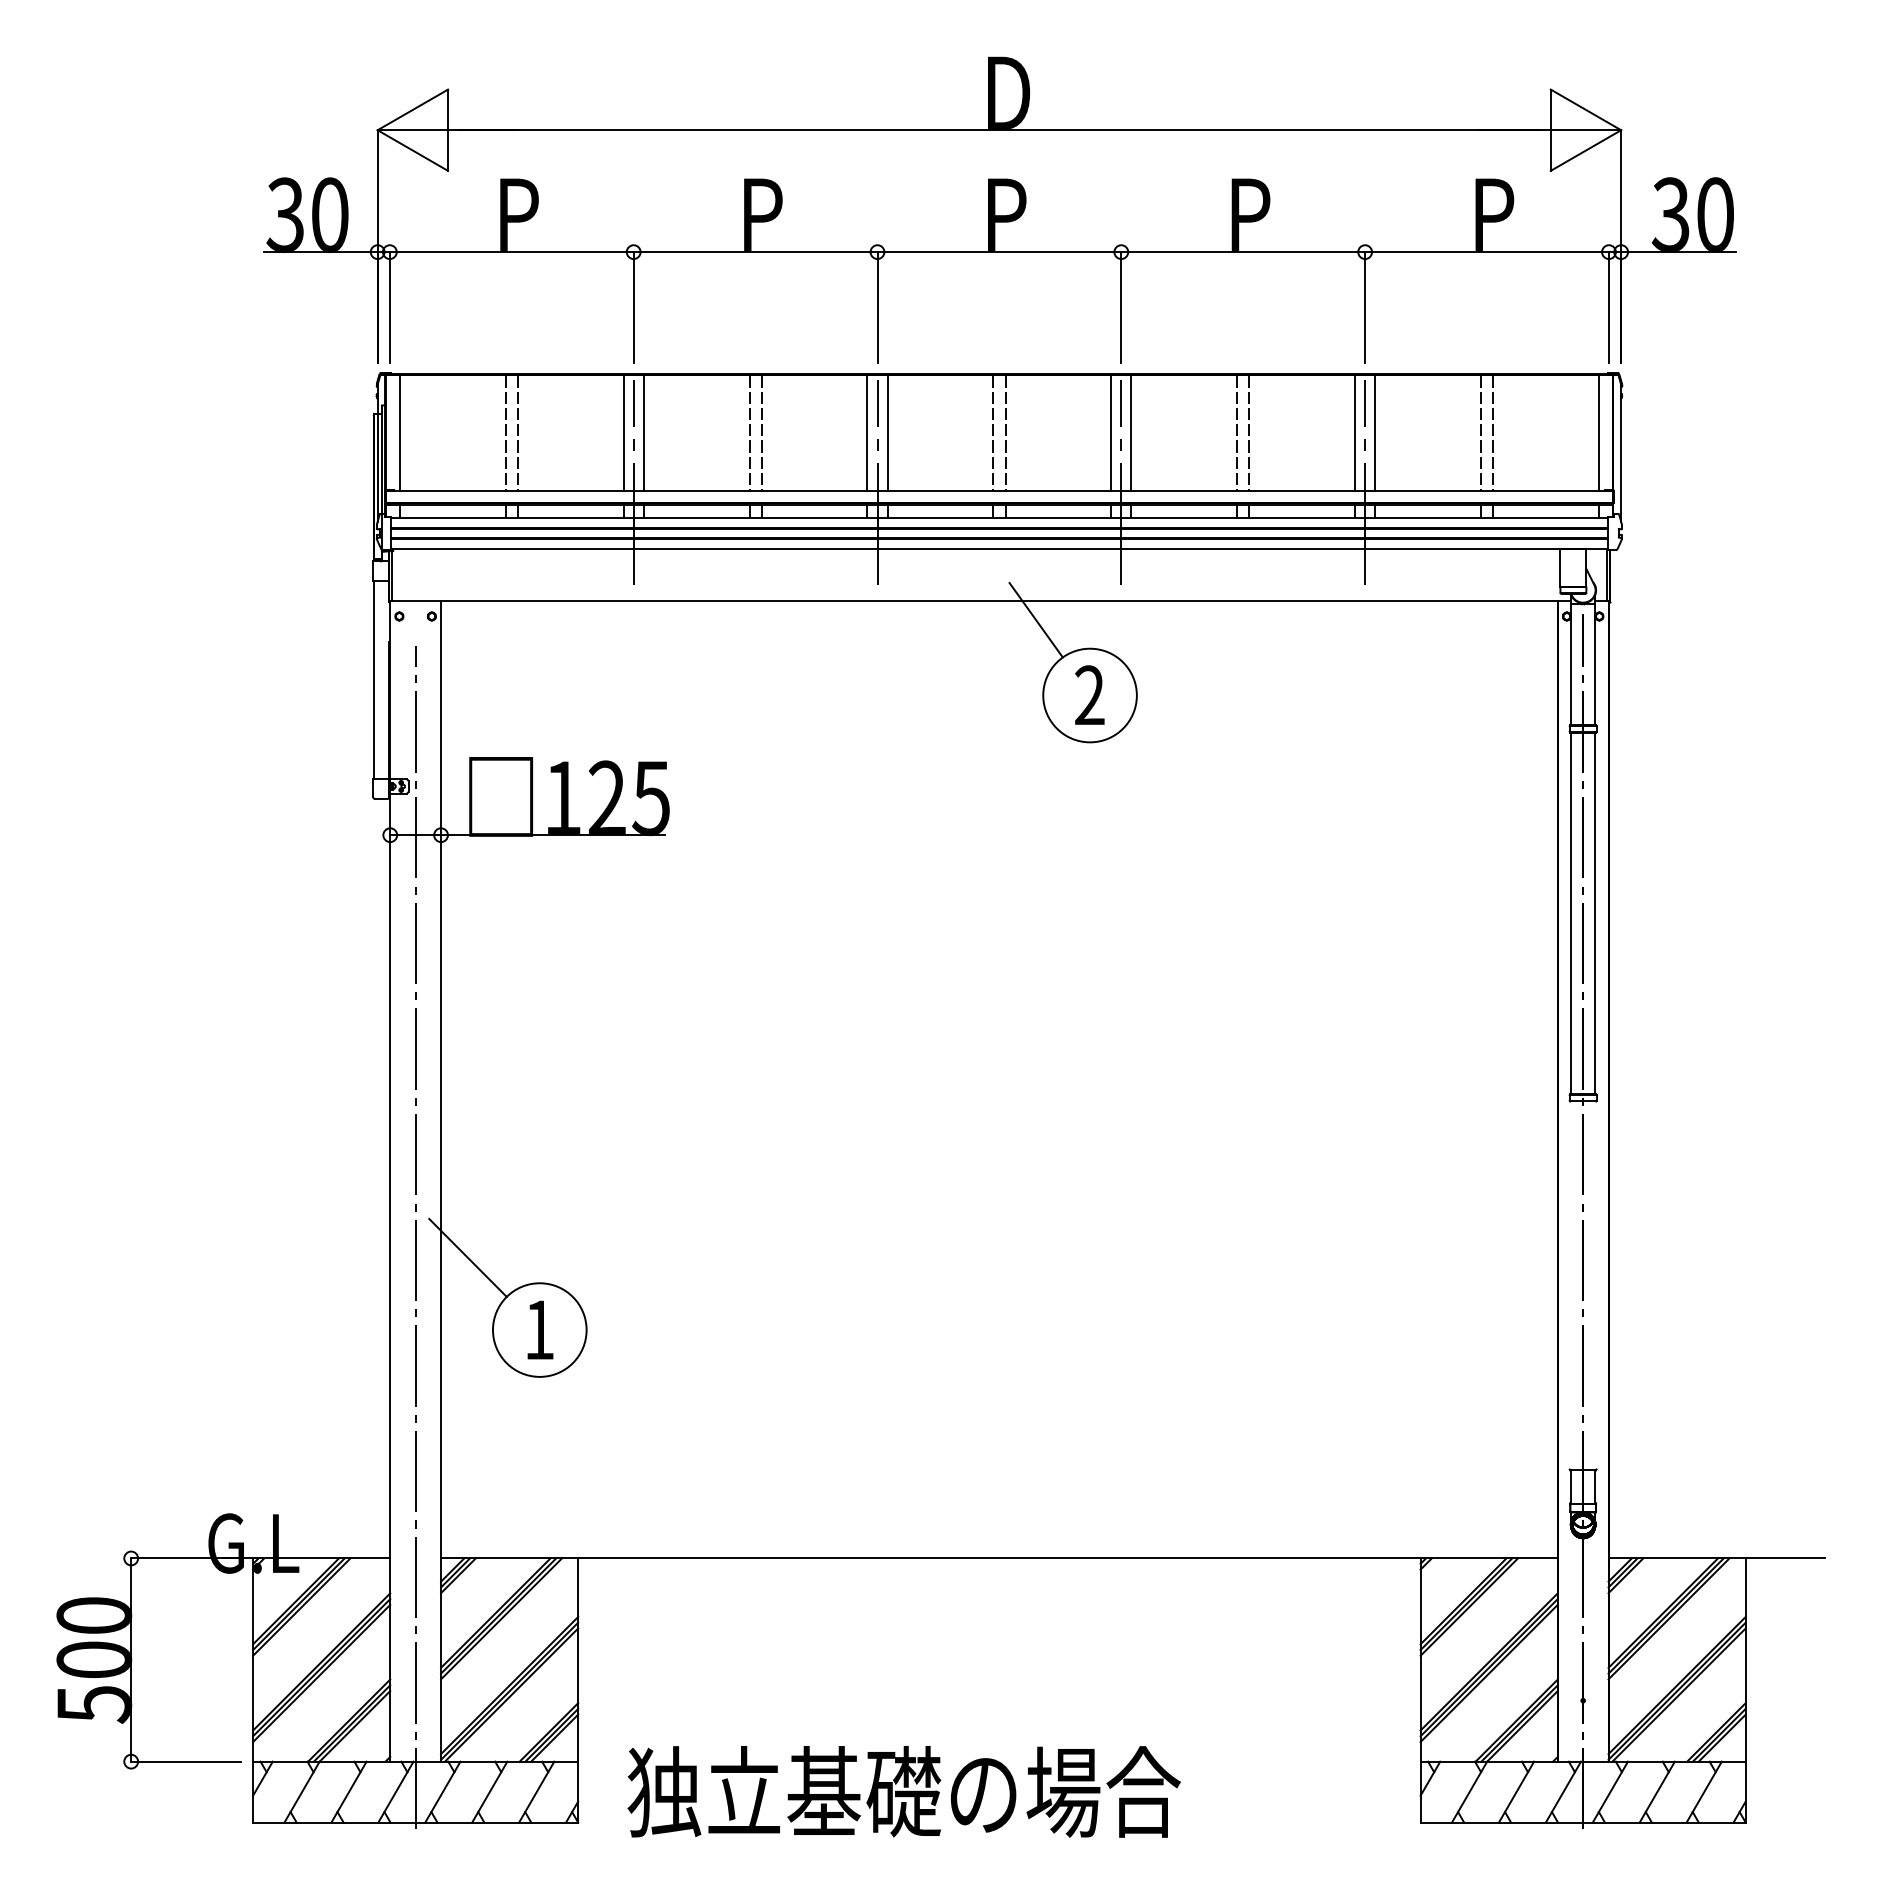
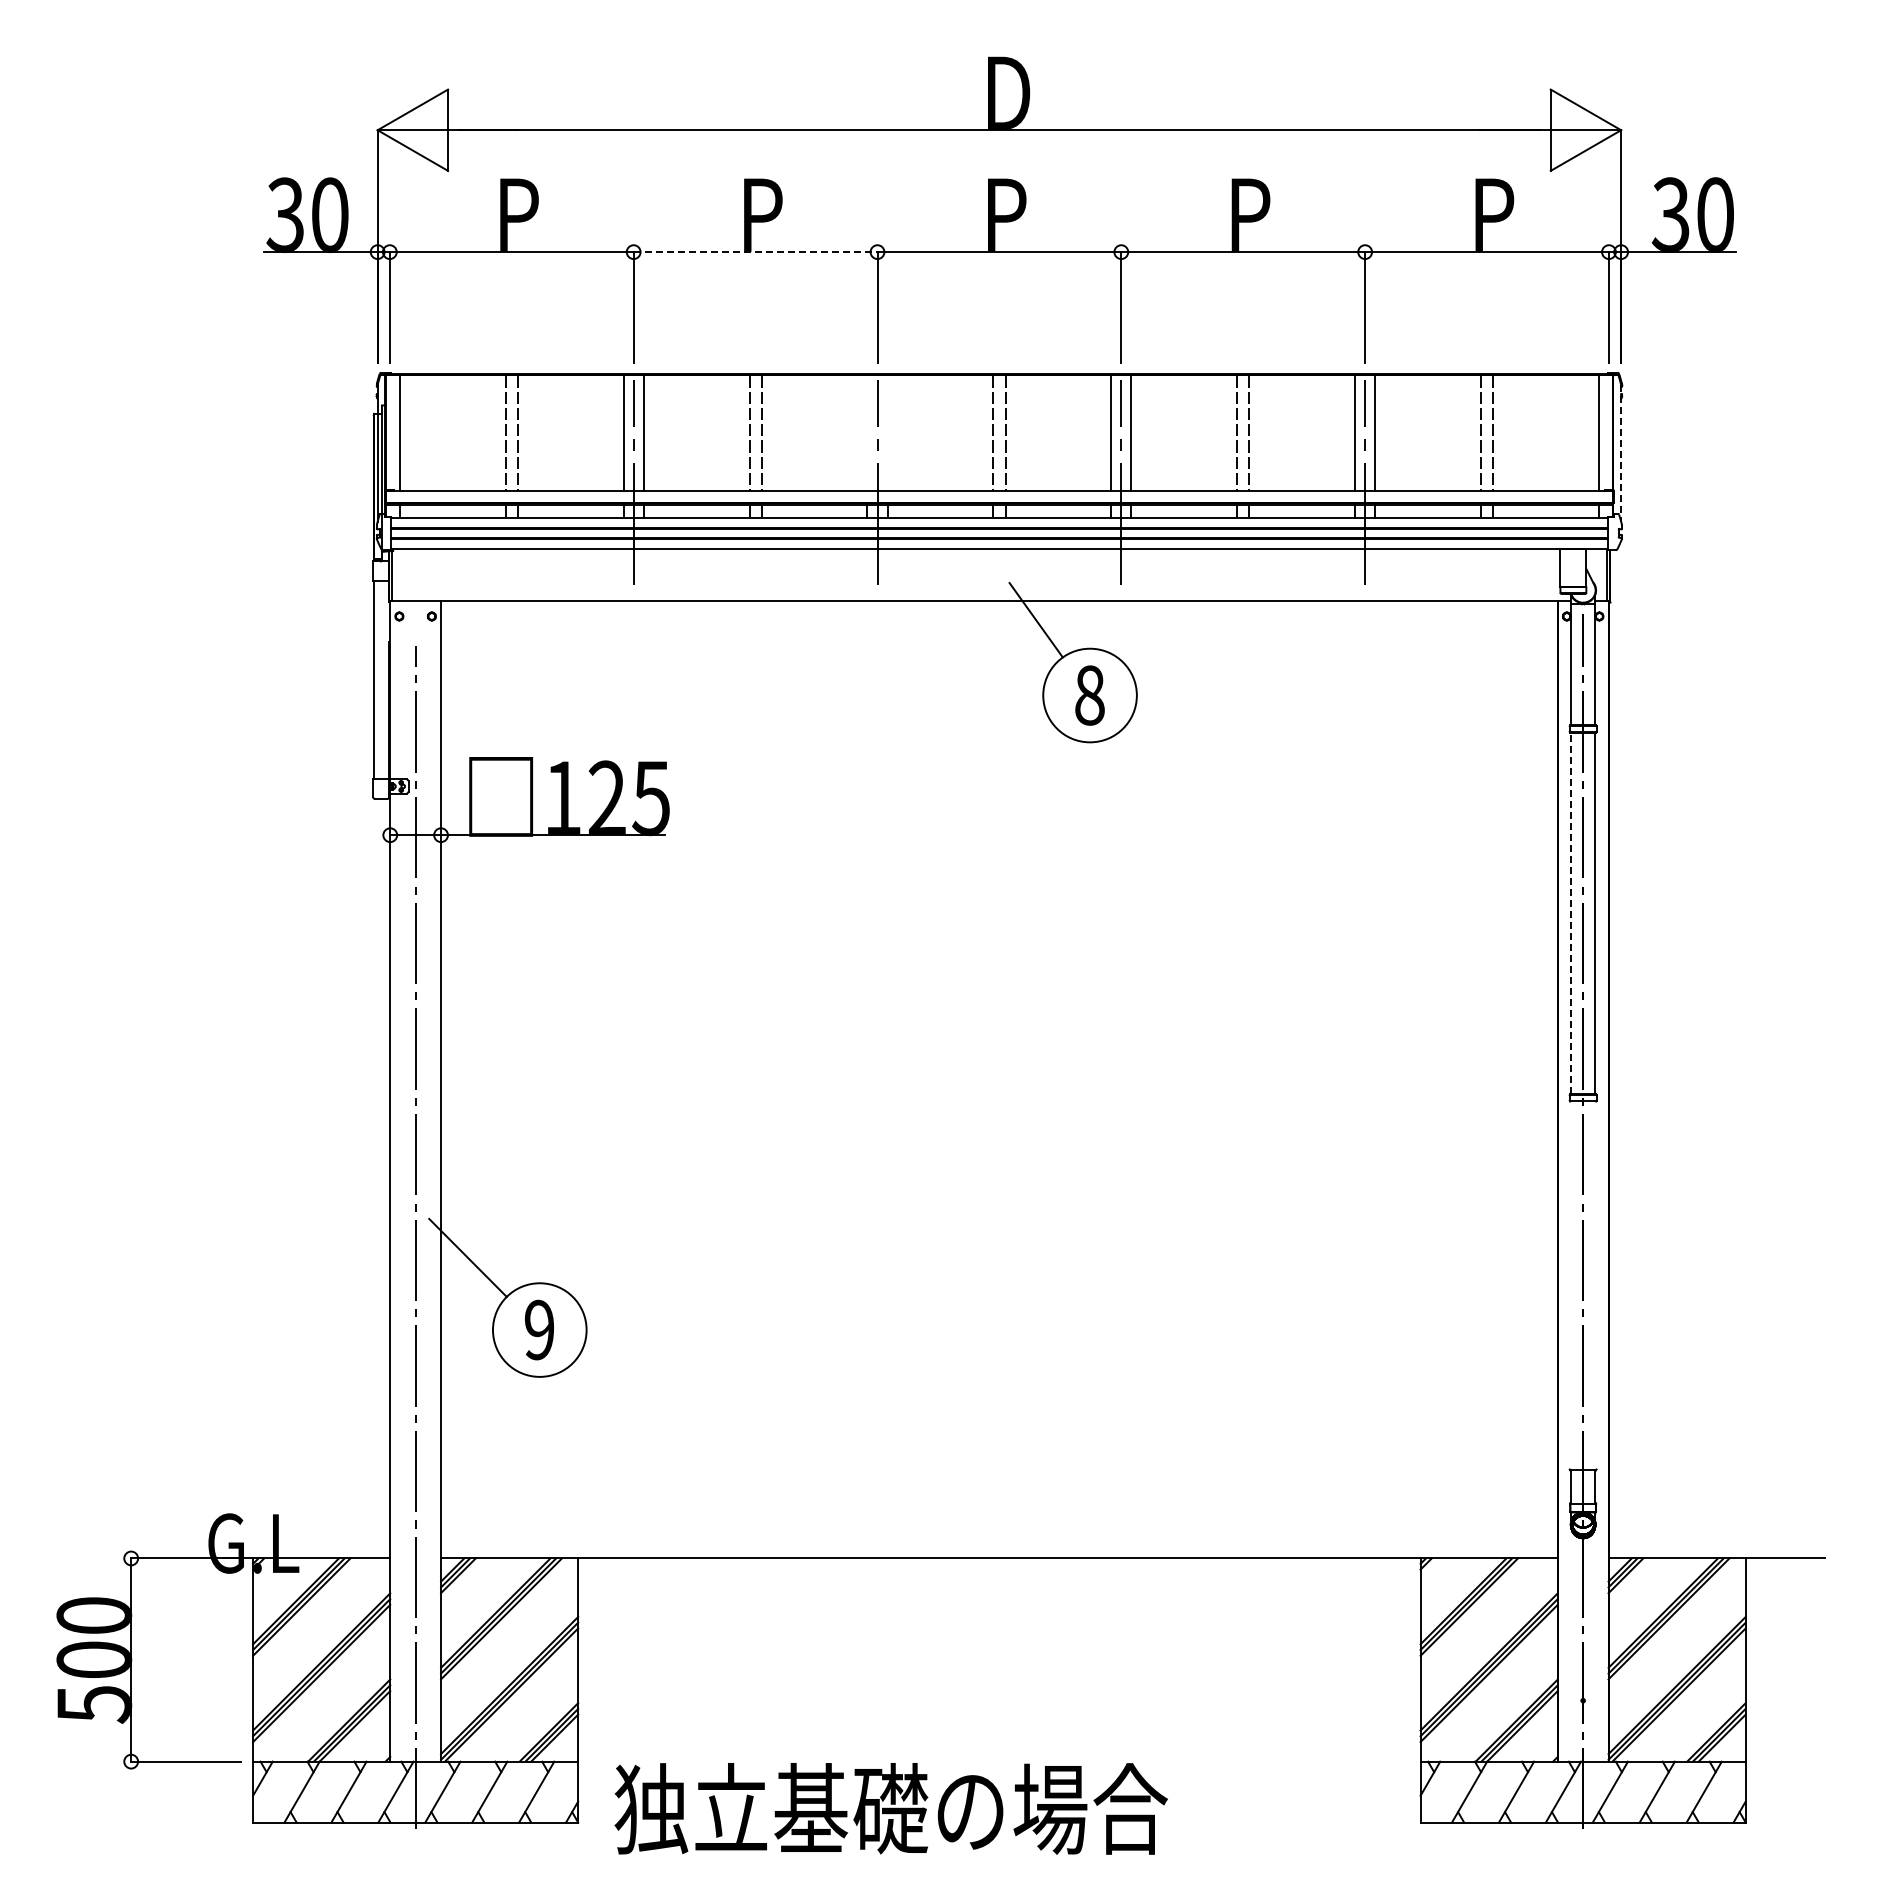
line at (755, 252): solid -> dashed
line at (867, 432): present -> none
line at (887, 432): present -> none
line at (1621, 453): solid -> dashed
text at (1089, 695): 2 -> 8
line at (1571, 913): solid -> dashed
text at (539, 1329): 1 -> 9
text at (903, 1791) position: (903, 1791) -> (890, 1808)
